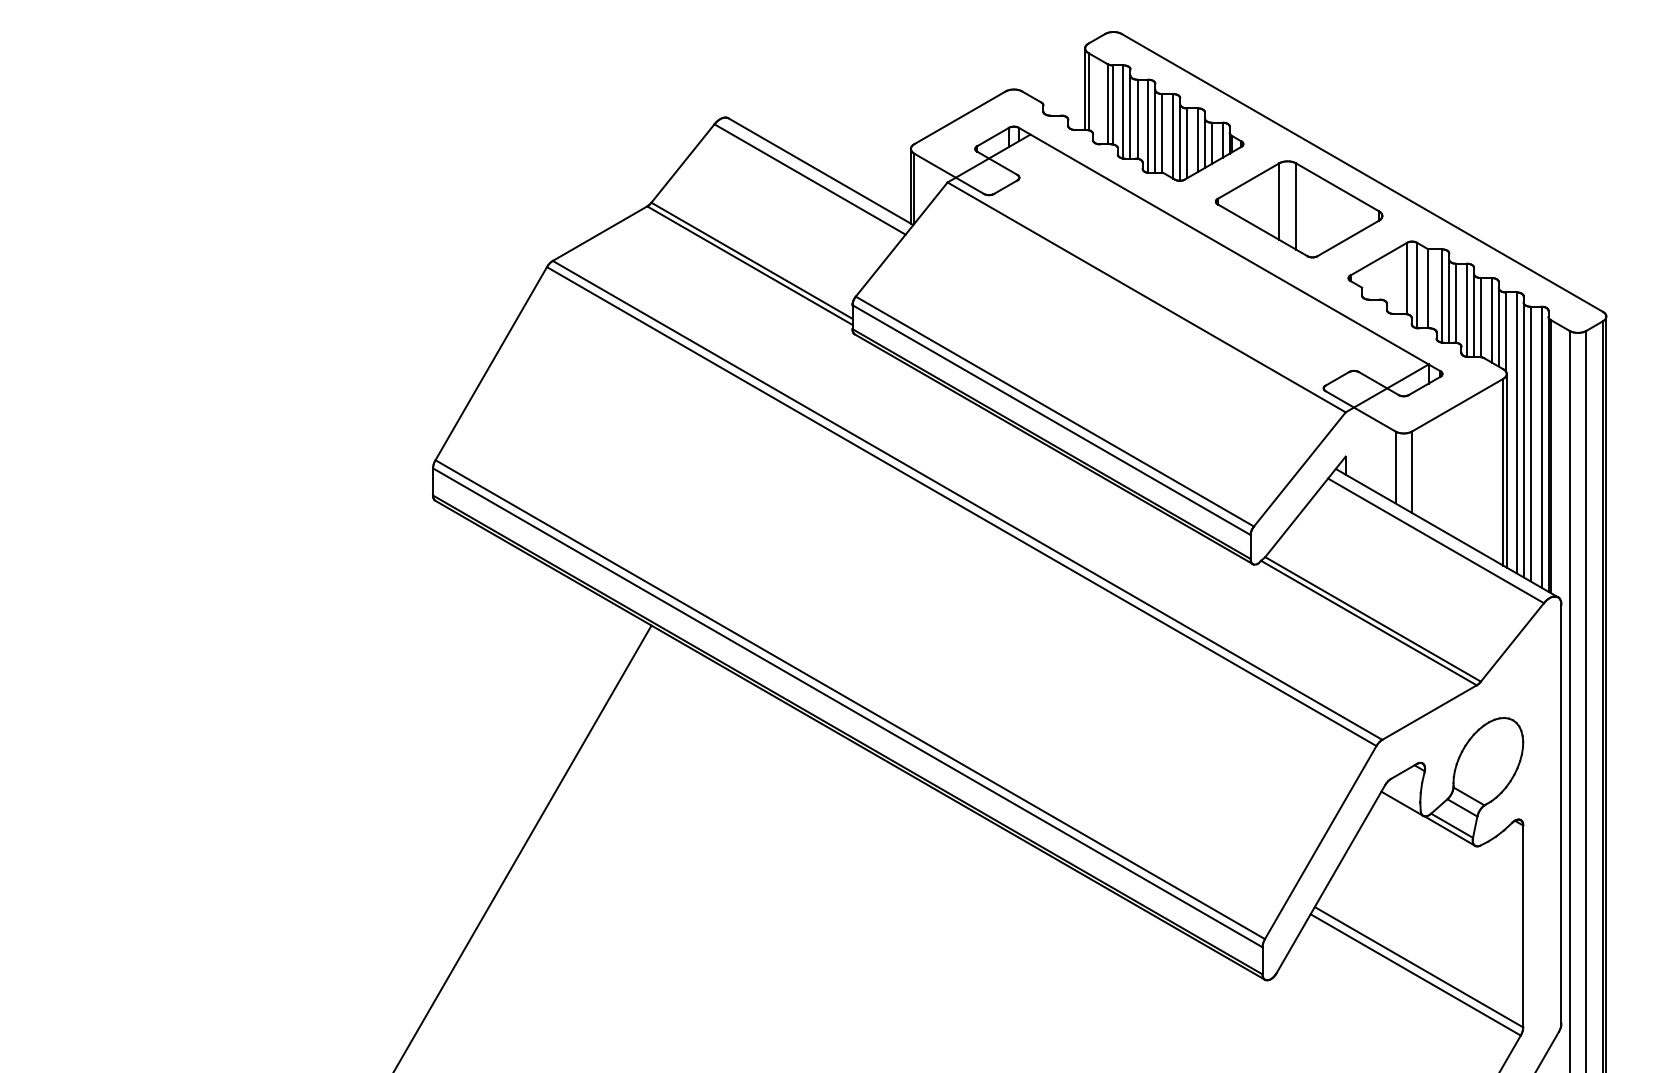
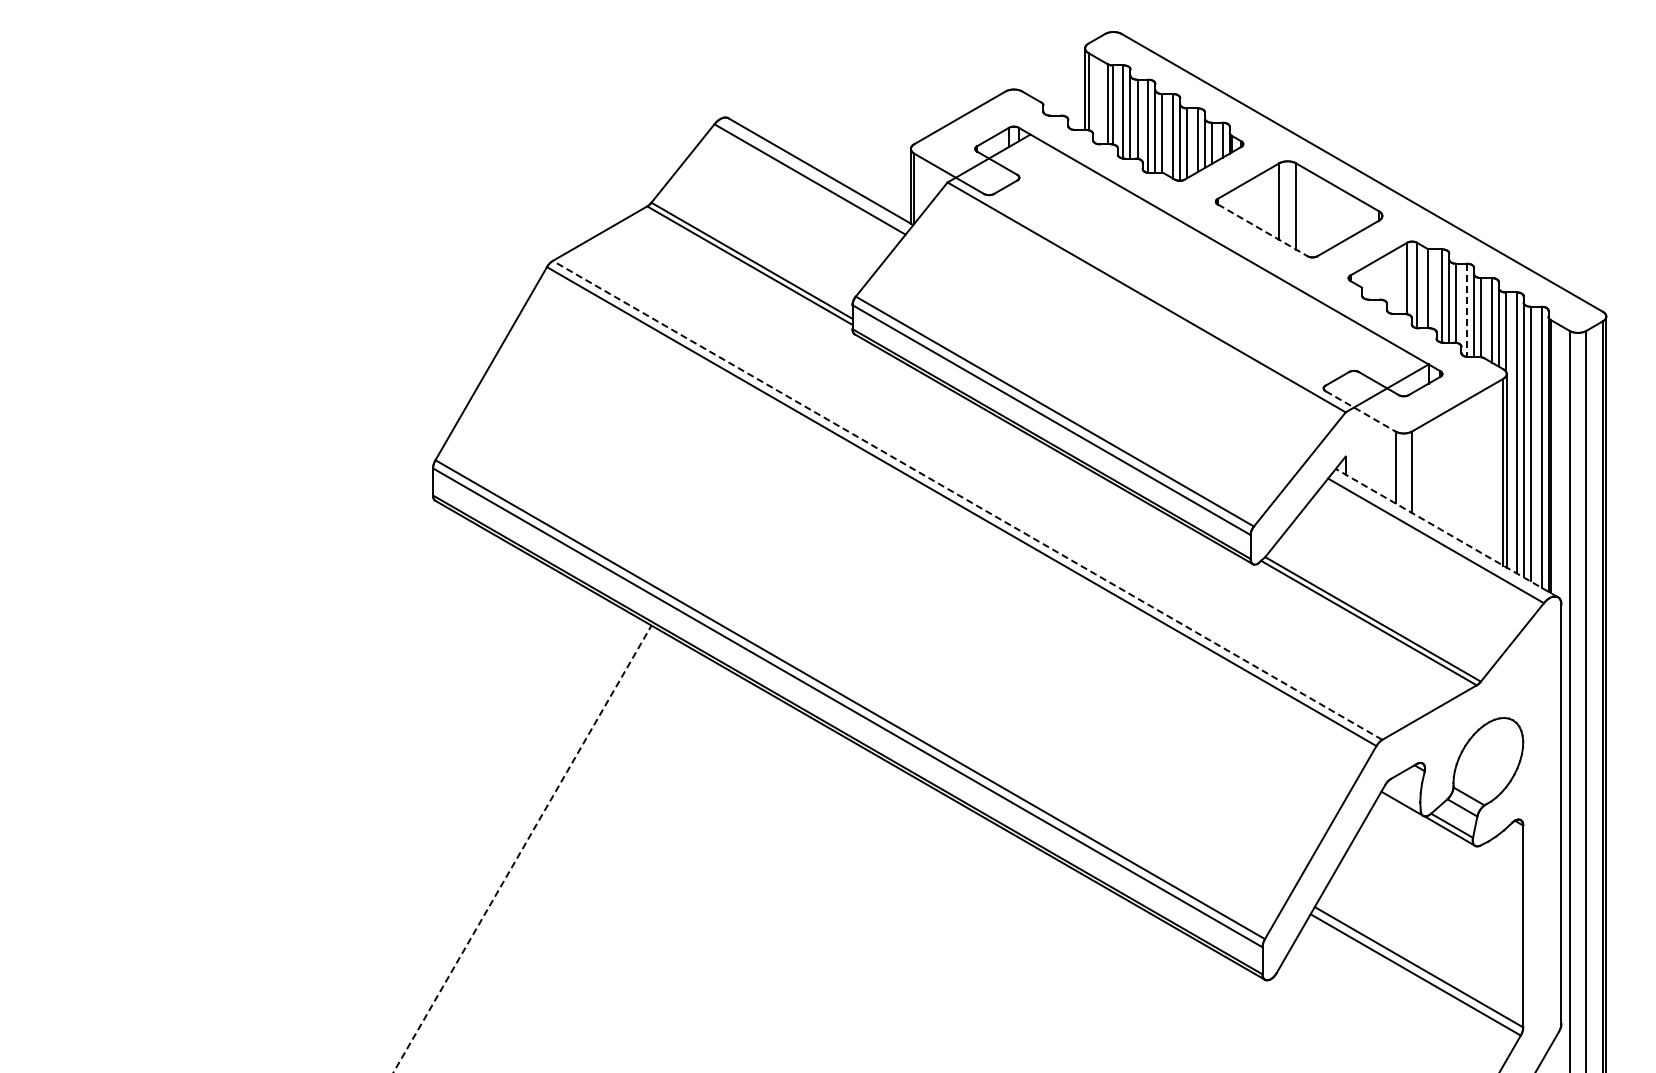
line at (1262, 230): solid -> dashed
line at (1466, 310): solid -> dashed
line at (1361, 411): solid -> dashed
line at (967, 500): solid -> dashed
line at (1446, 532): solid -> dashed
line at (522, 849): solid -> dashed
